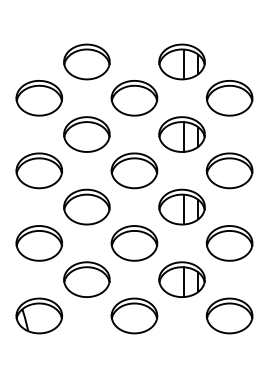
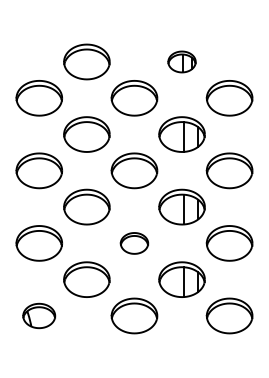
part at (181, 61) size: 48x38 px -> 30x24 px
part at (134, 243) size: 49x37 px -> 31x23 px
part at (38, 315) size: 48x38 px -> 35x28 px
